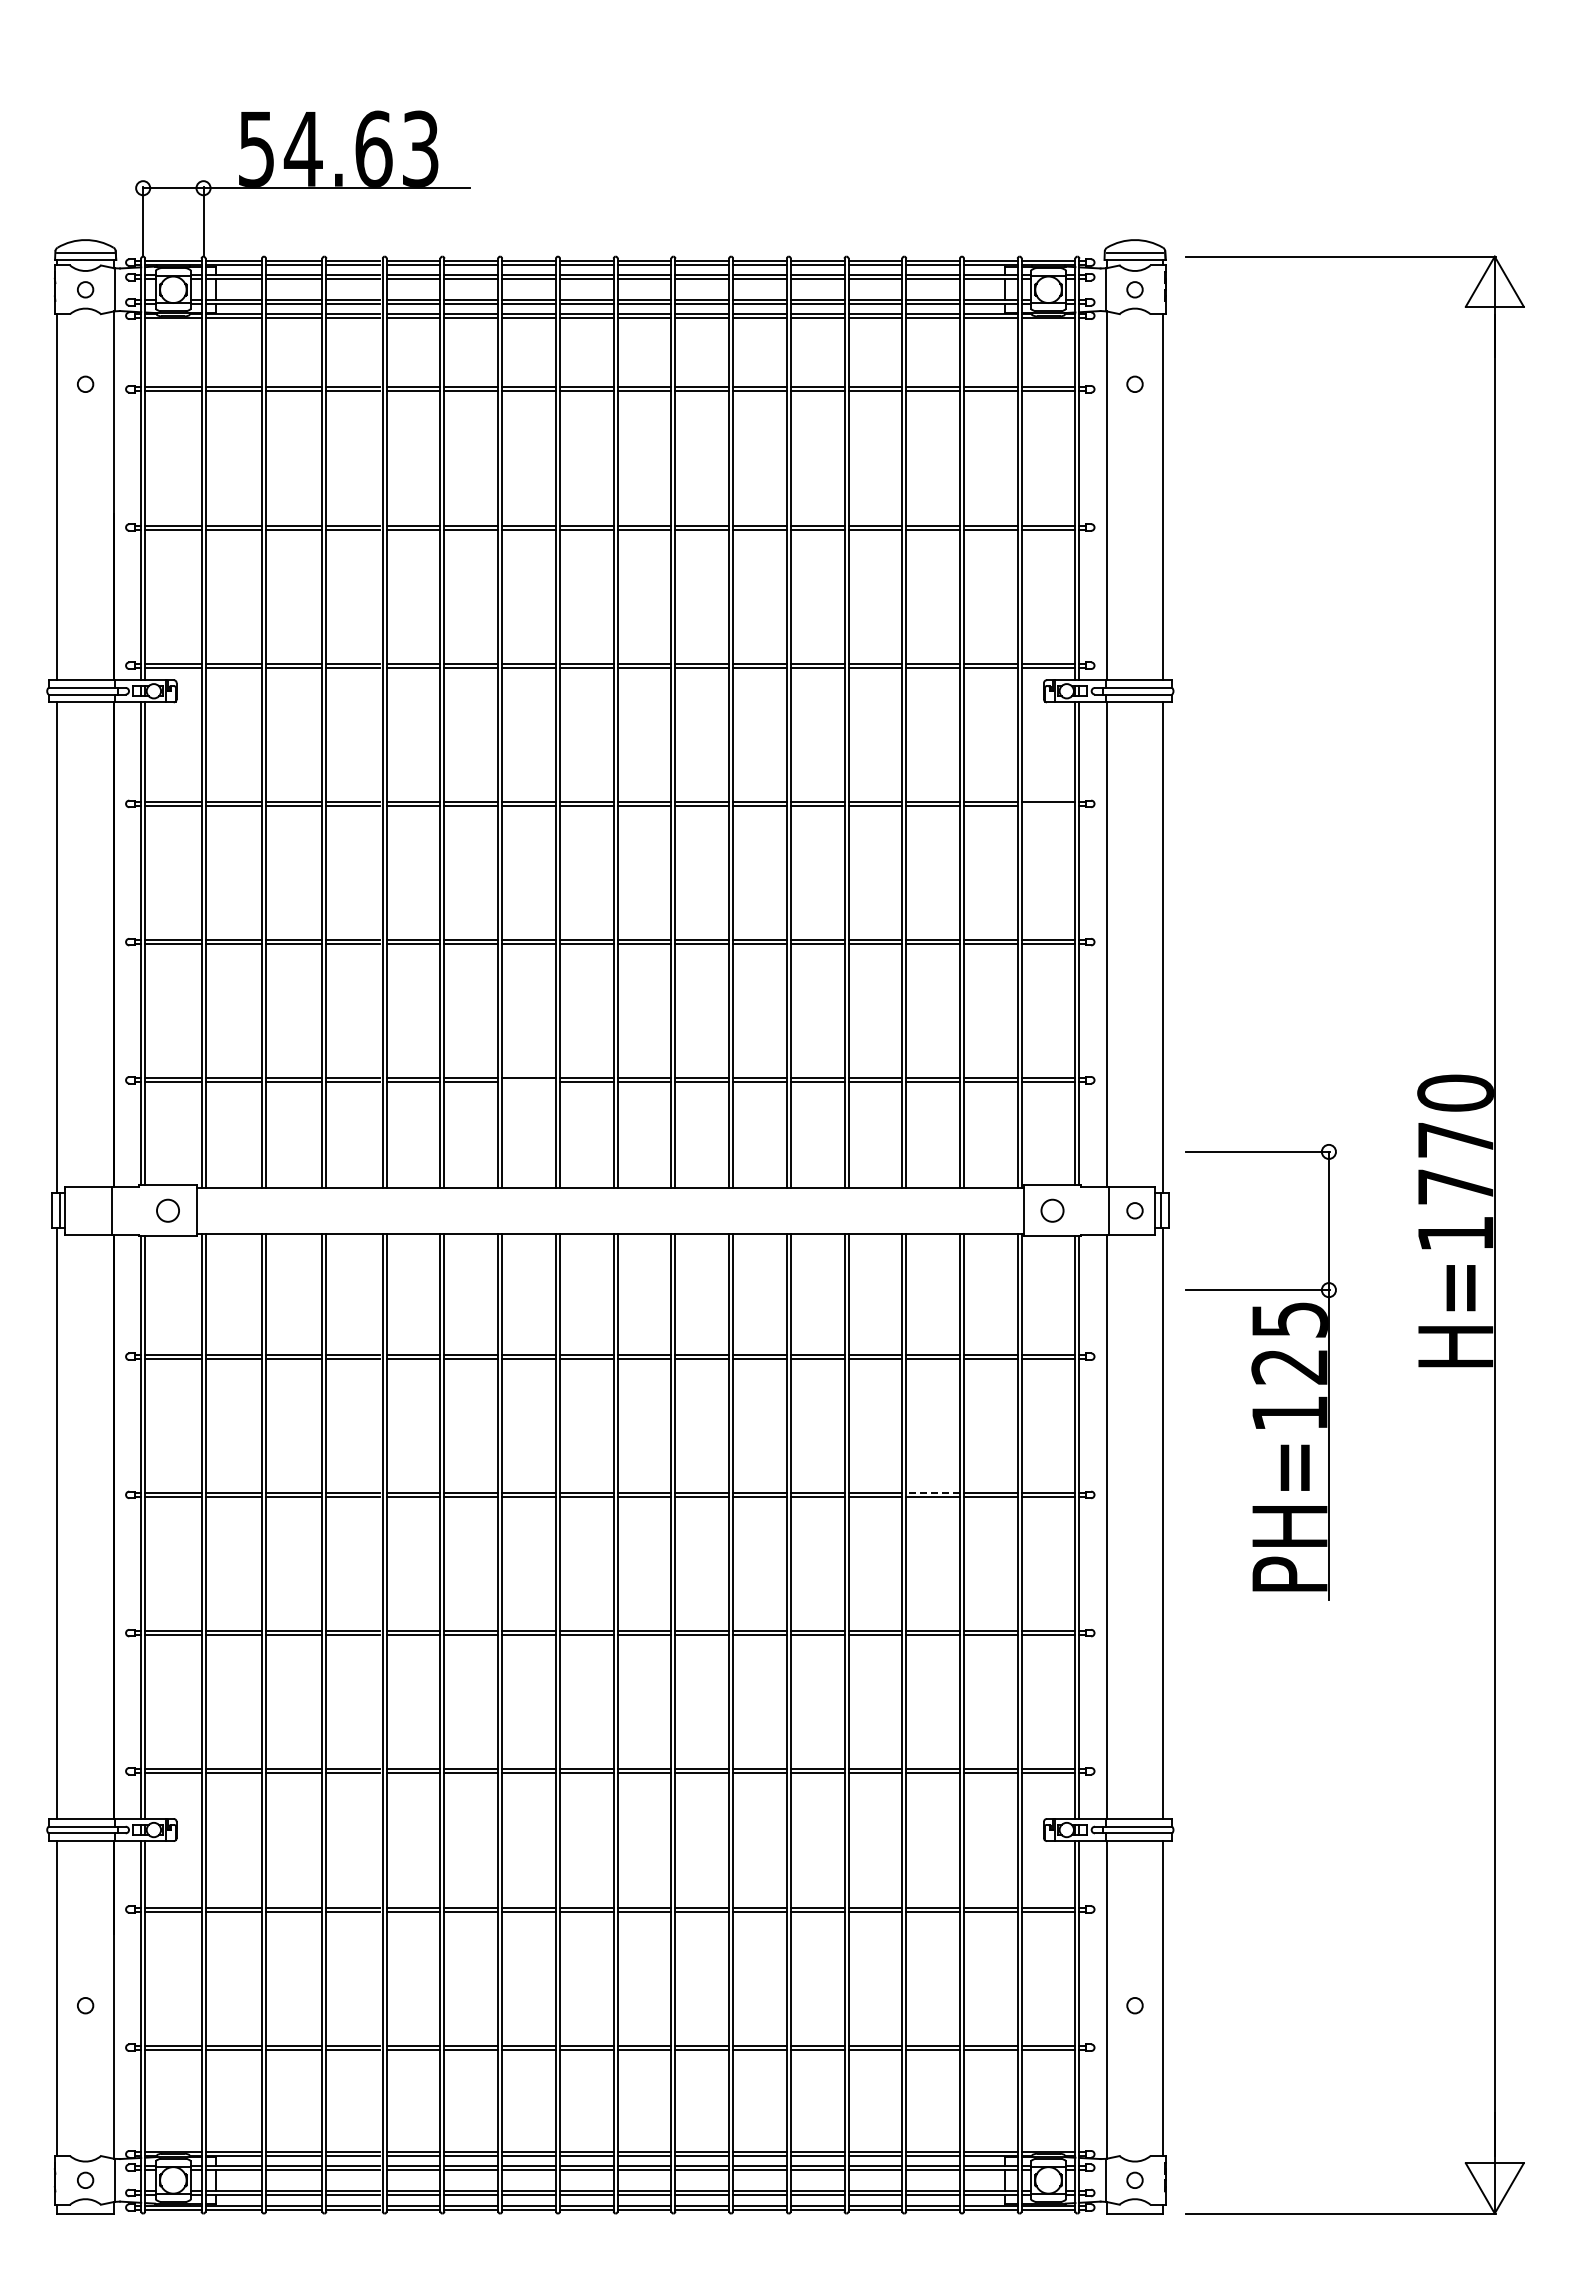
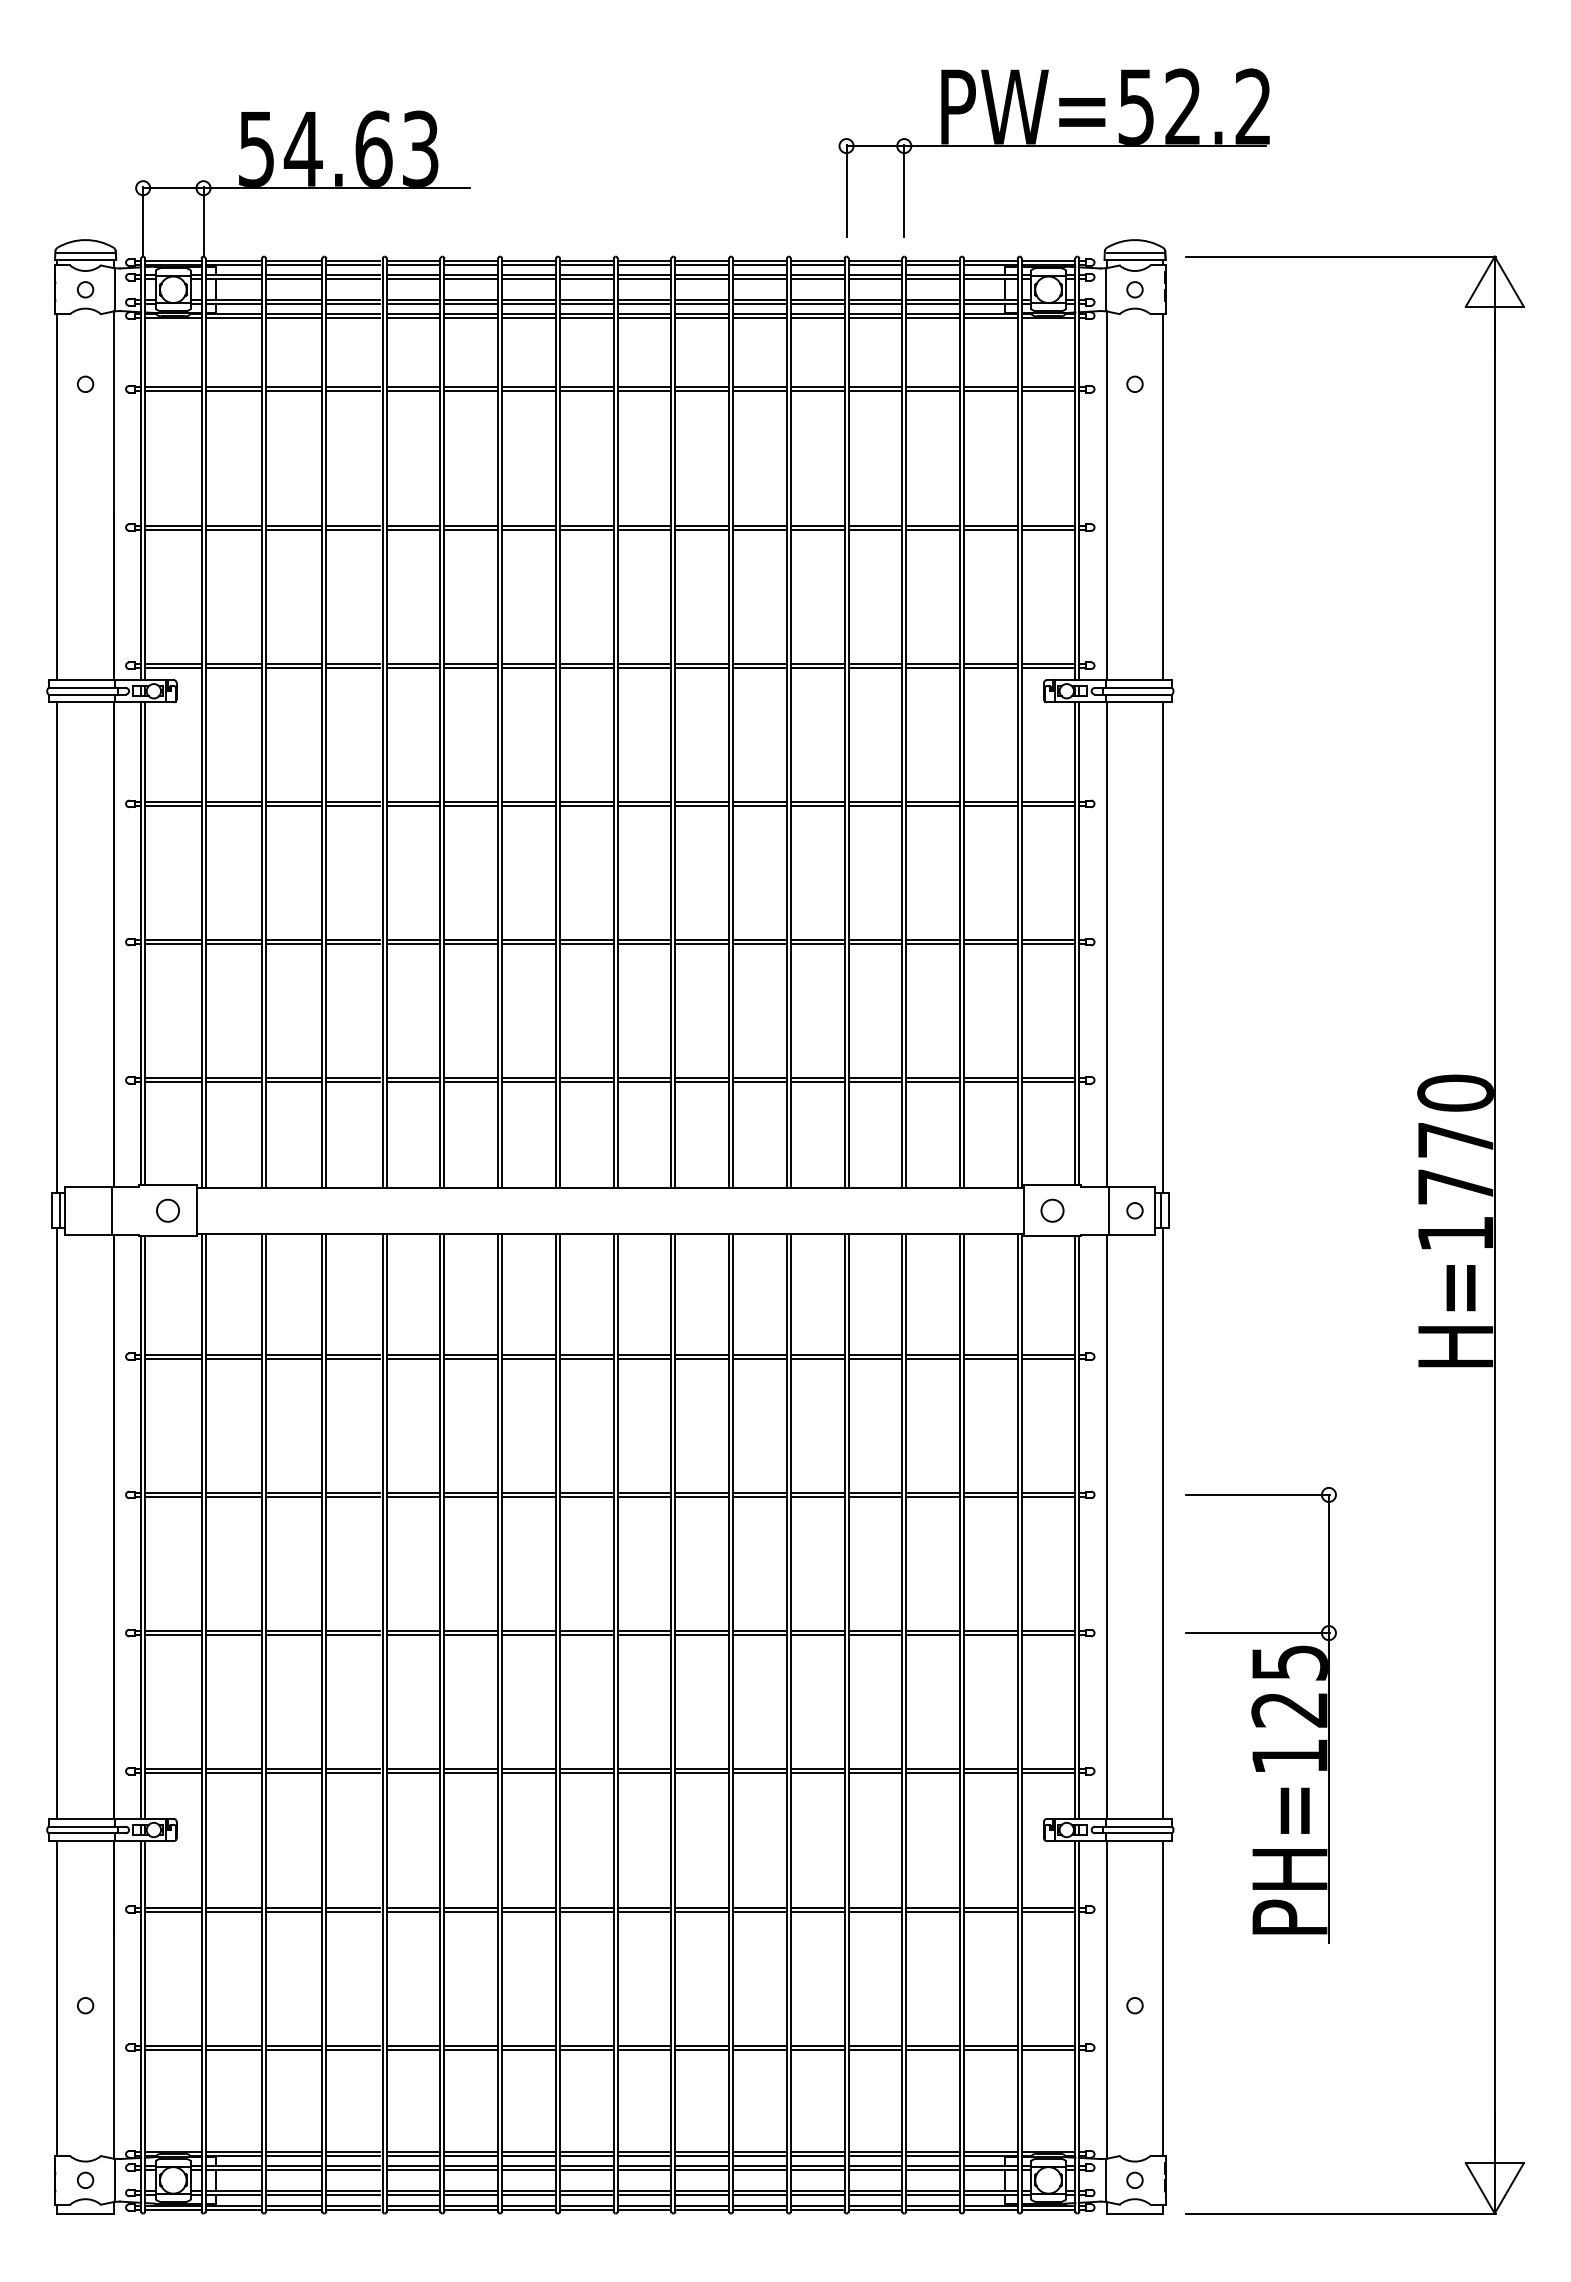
part at (1053, 152): none -> present
line at (1048, 805): none -> present
line at (529, 1082): none -> present
part at (1260, 1372) position: (1260, 1372) -> (1260, 1715)
line at (933, 1492): dashed -> solid
